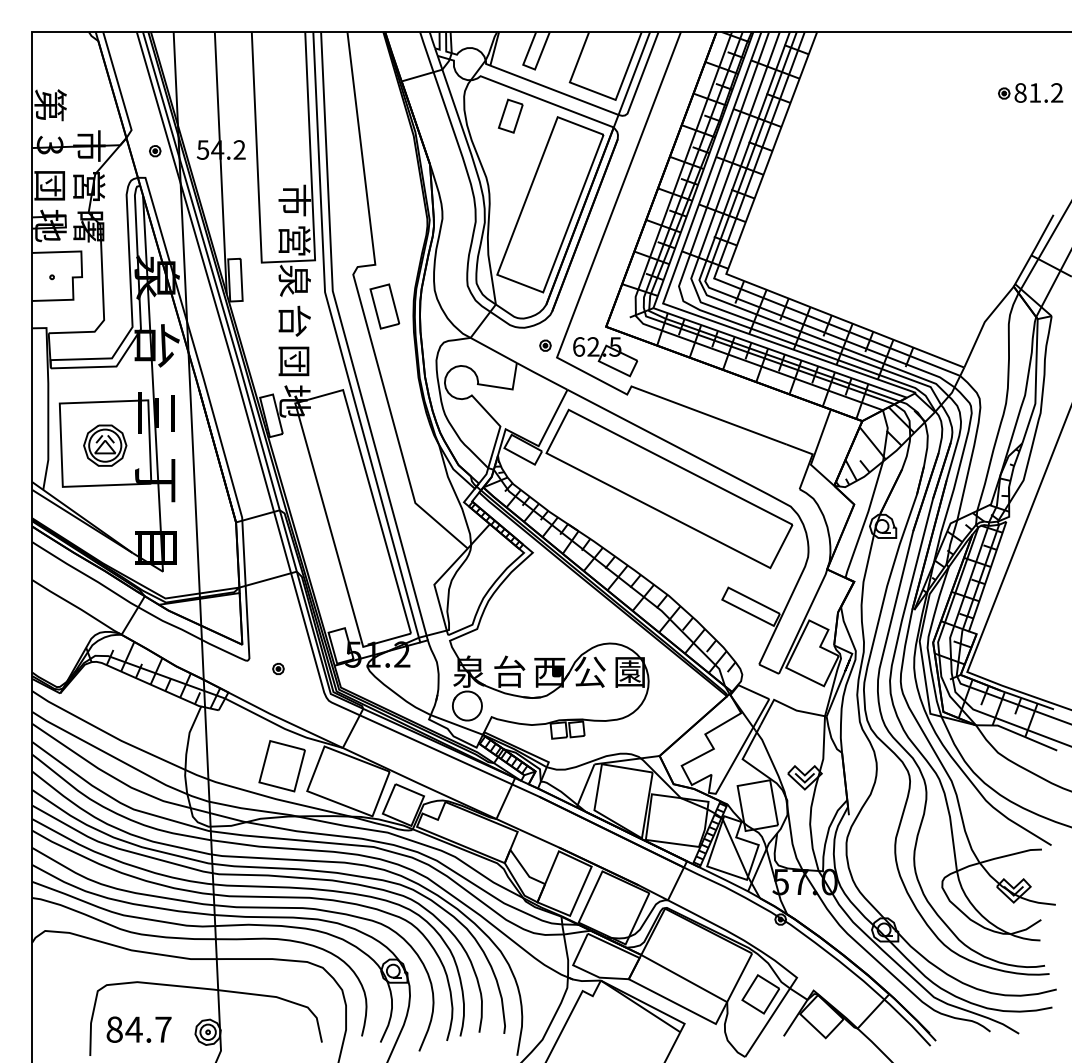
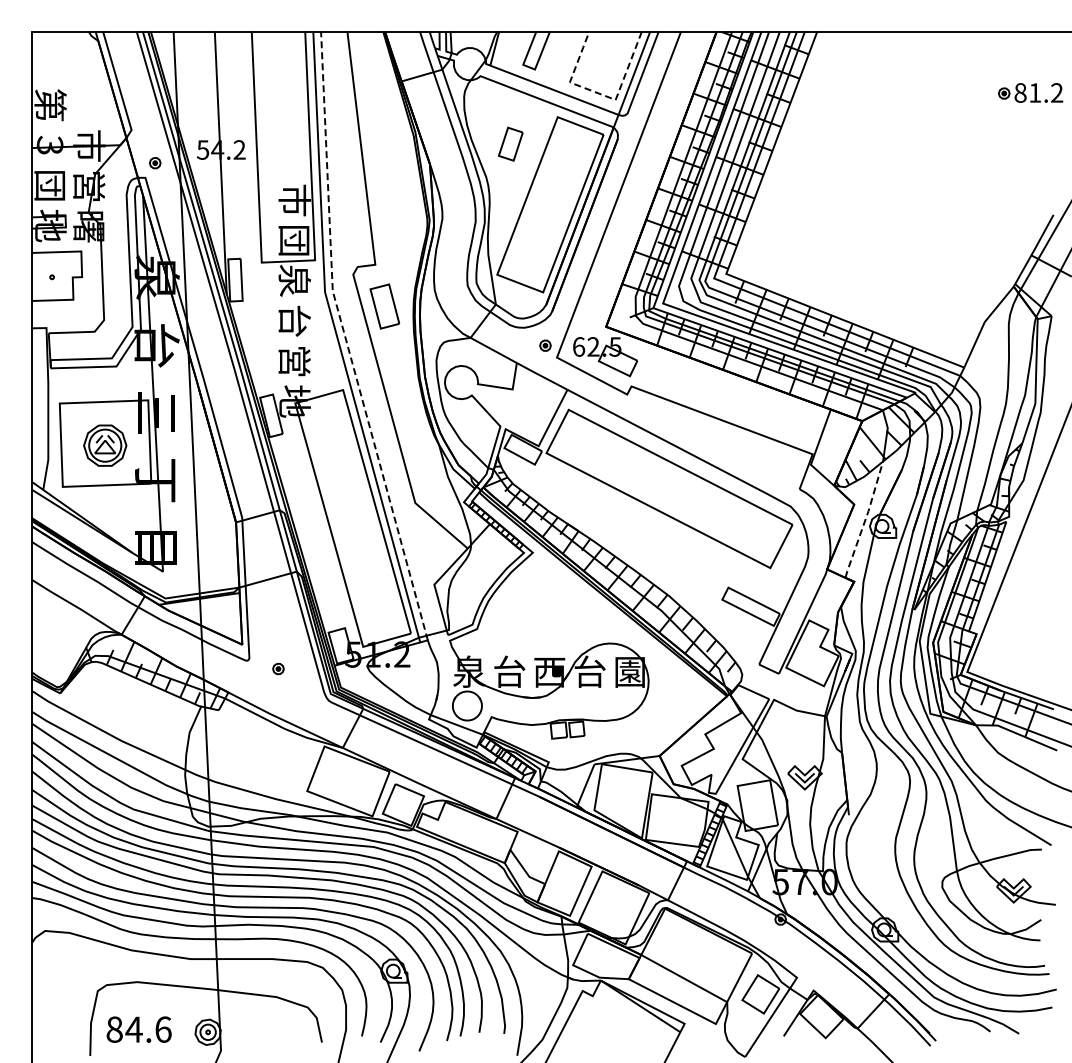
line at (601, 94): solid -> dashed
part at (510, 115) position: (510, 115) -> (510, 143)
part at (155, 151) position: (155, 151) -> (155, 163)
text at (294, 240): 営 -> 団
line at (346, 340): solid -> dashed
text at (294, 361): 団 -> 営
line at (865, 519): solid -> dashed
text at (589, 671): 公 -> 台
part at (281, 766): present -> none
text at (163, 1029): 84.7 -> 84.6
